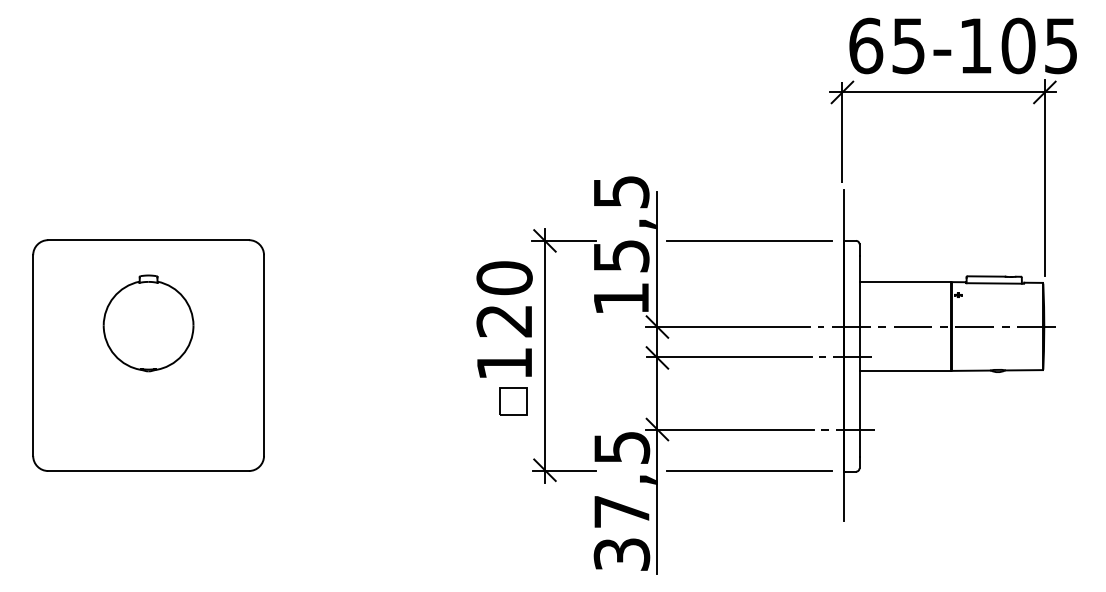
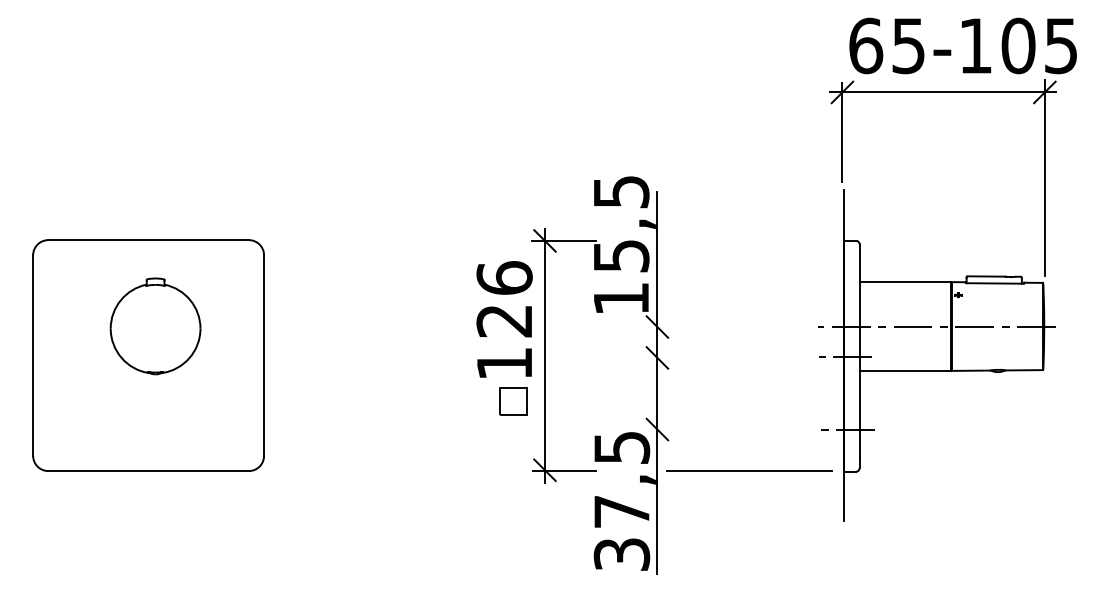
line at (748, 240): present -> none
text at (504, 278): 120 -> 126
part at (148, 323) position: (148, 323) -> (155, 326)
line at (727, 327): present -> none
line at (729, 357): present -> none
line at (729, 429): present -> none
